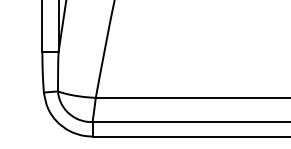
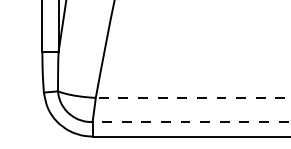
line at (192, 97): solid -> dashed
line at (191, 122): solid -> dashed
